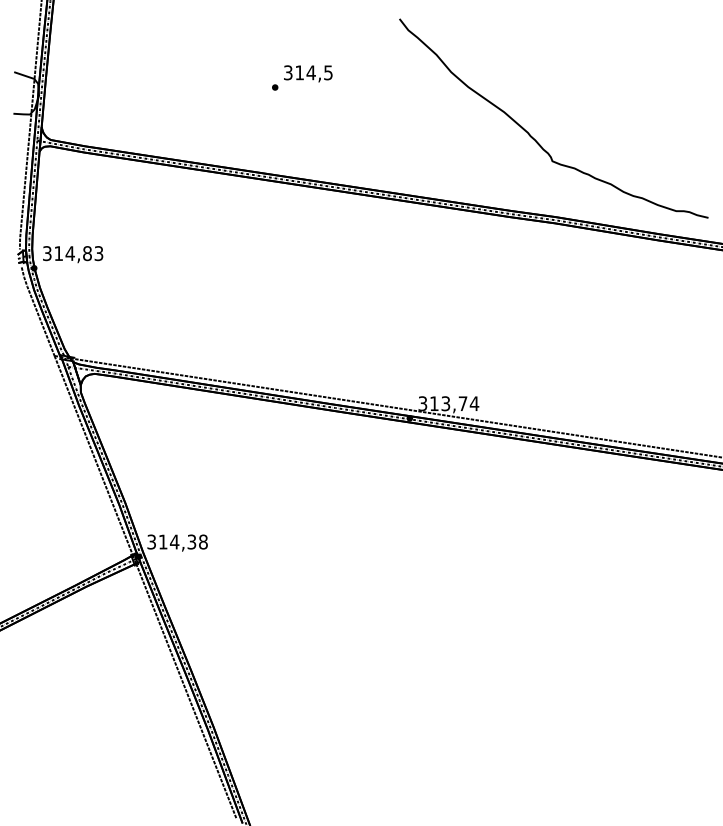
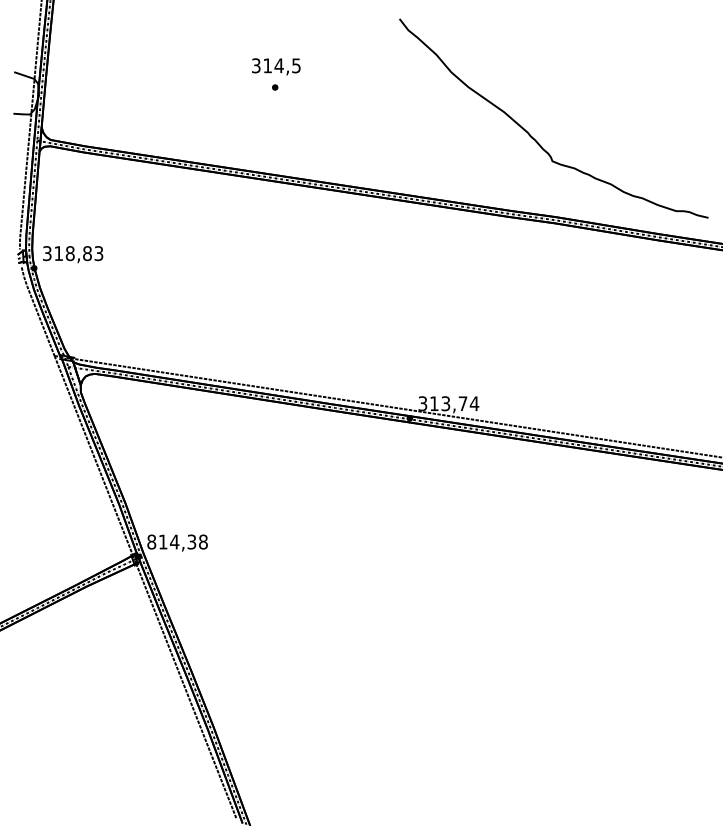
text at (308, 73) position: (308, 73) -> (276, 66)
text at (69, 253): 314,83 -> 318,83
text at (151, 541): 314,38 -> 814,38
